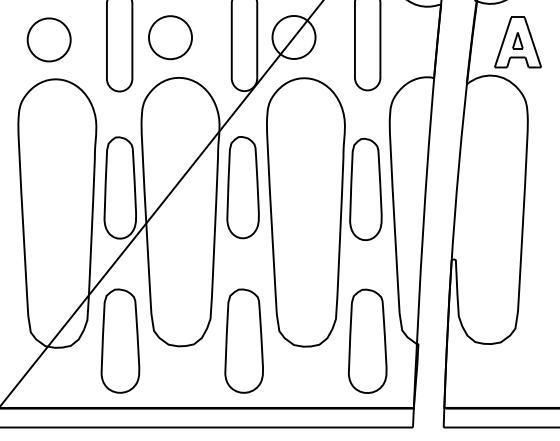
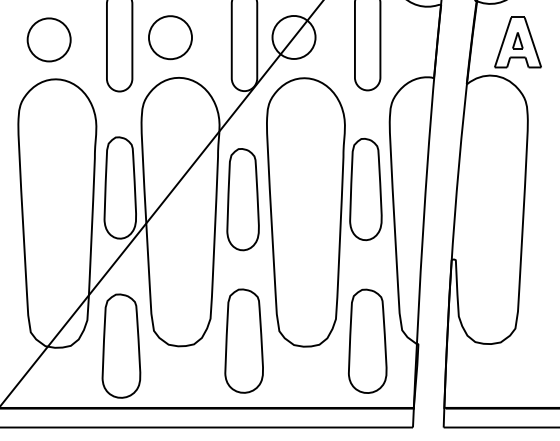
part at (242, 187) position: (242, 187) -> (242, 199)
part at (120, 340) position: (120, 340) -> (121, 345)
